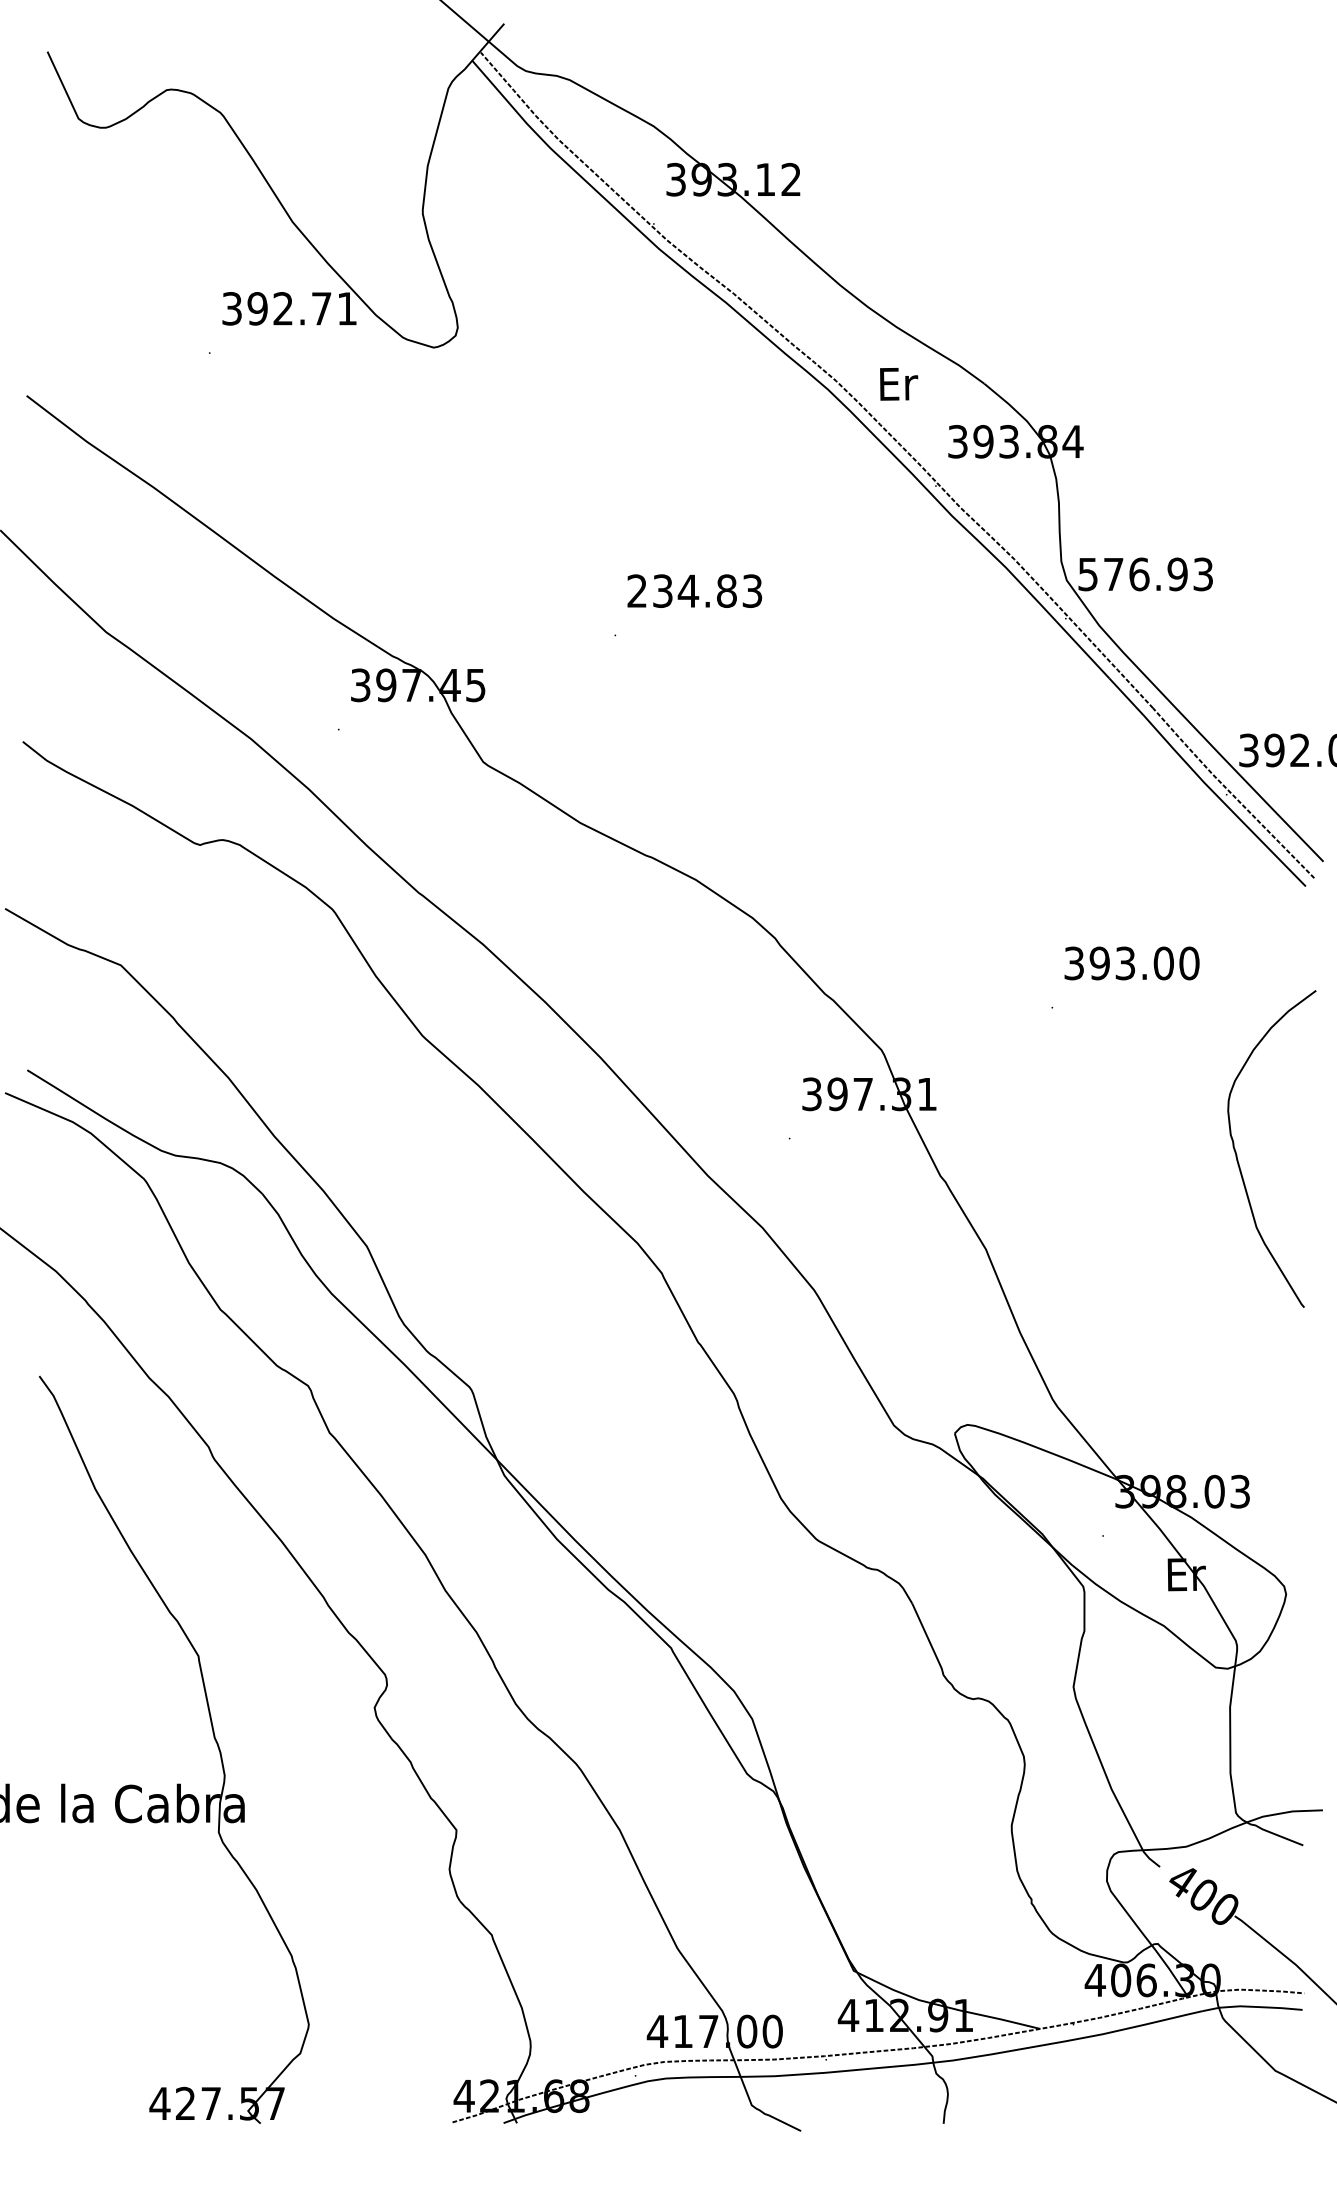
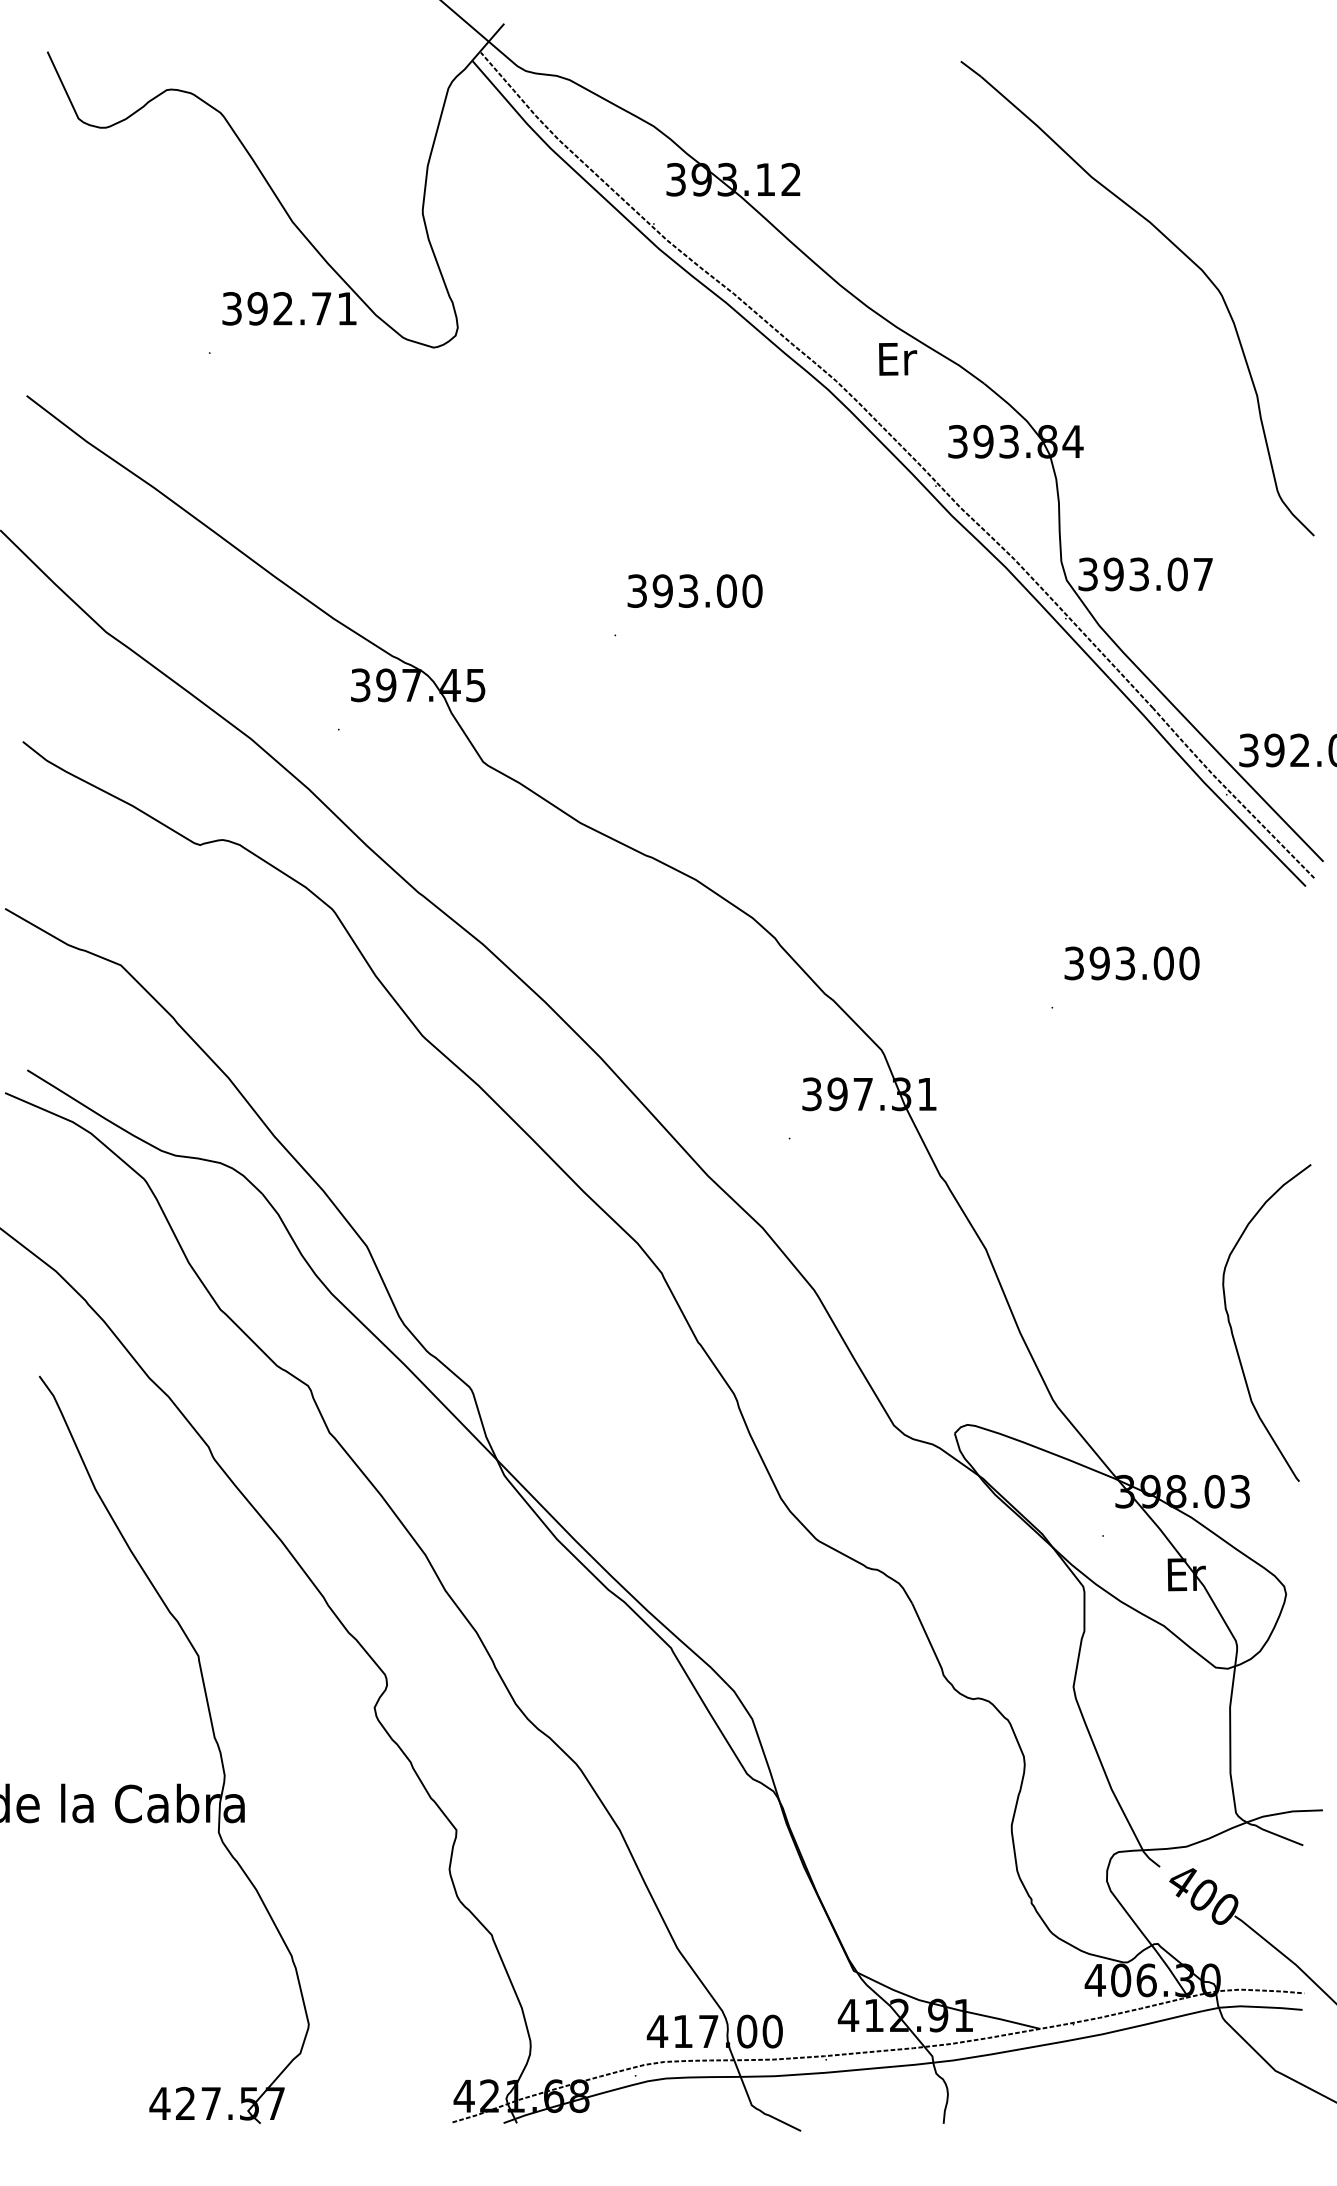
part at (1176, 248): none -> present
text at (899, 384) position: (899, 384) -> (898, 359)
text at (1145, 574): 576.93 -> 393.07
text at (694, 591): 234.83 -> 393.00
curve at (1237, 1154) position: (1237, 1154) -> (1232, 1328)
